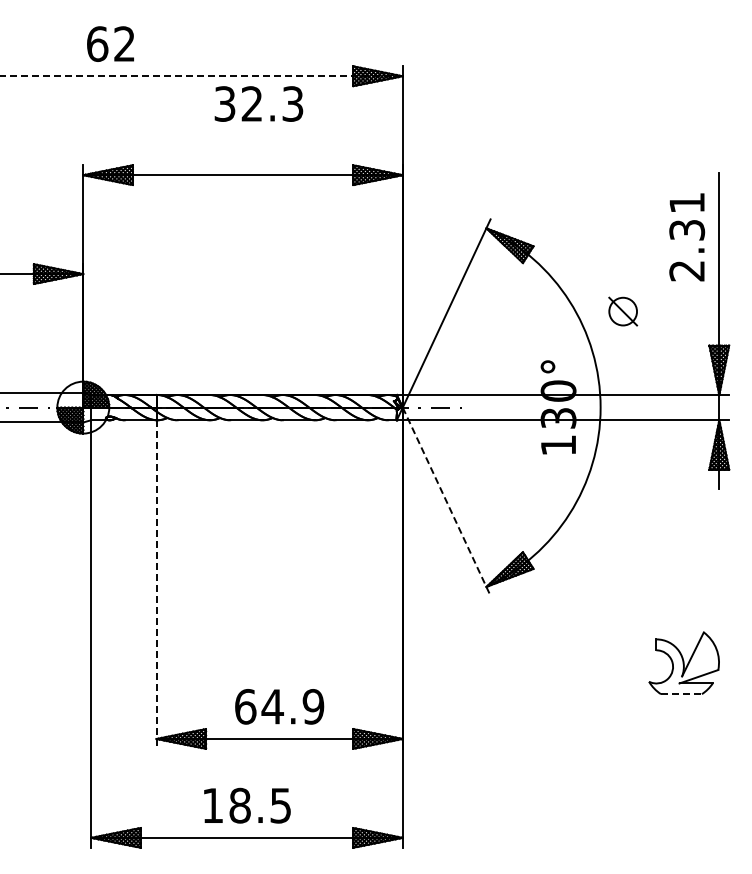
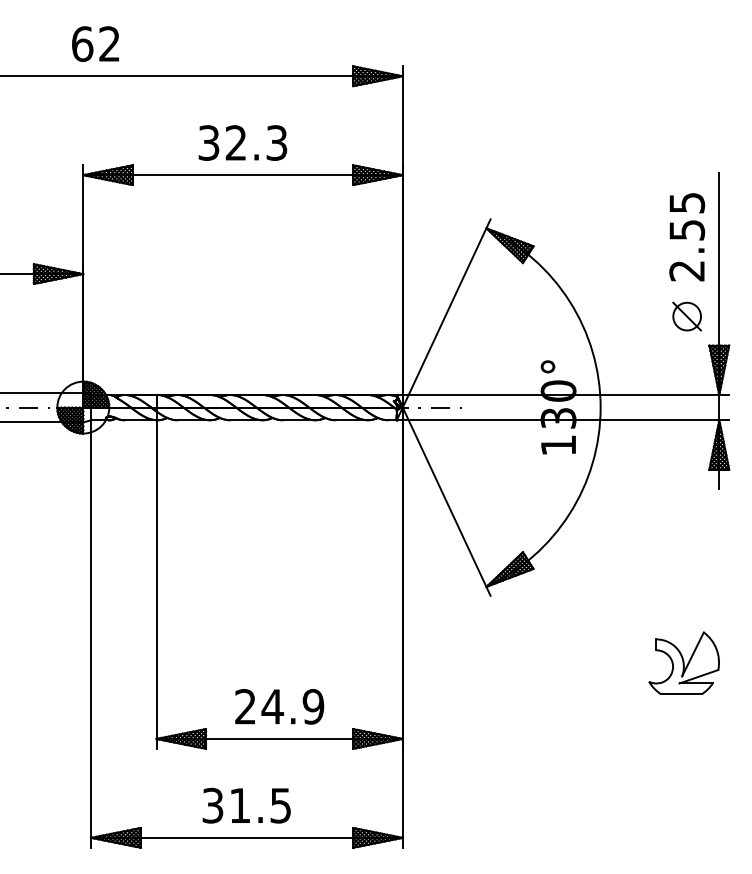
text at (110, 43) position: (110, 43) -> (95, 43)
line at (202, 76): dashed -> solid
text at (258, 103) position: (258, 103) -> (242, 142)
text at (687, 216): 2.31 -> 2.55
part at (623, 311) position: (623, 311) -> (687, 316)
line at (446, 501): dashed -> solid
line at (156, 585): dashed -> solid
line at (681, 694): dashed -> solid
text at (245, 706): 64.9 -> 24.9
text at (226, 805): 18.5 -> 31.5
